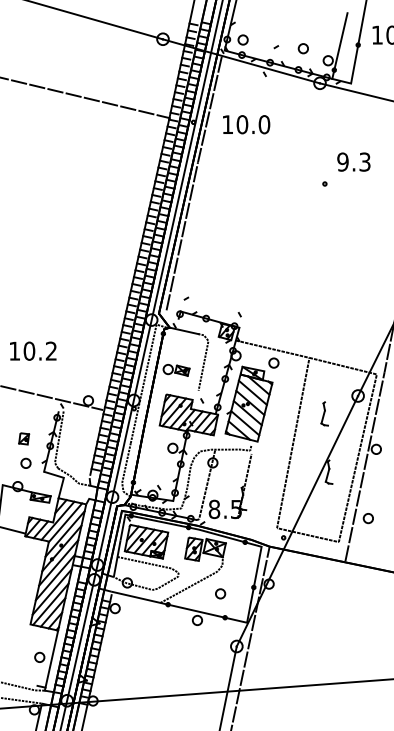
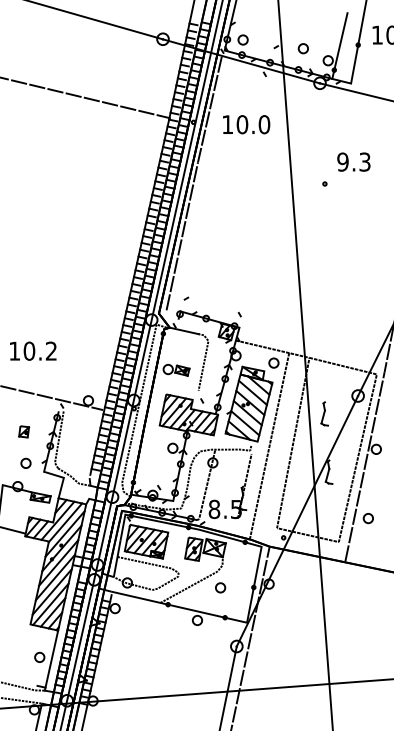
line at (305, 364): none -> present
part at (24, 438) position: (24, 438) -> (24, 431)
line at (269, 446): none -> present
part at (220, 593) position: (220, 593) -> (220, 587)
